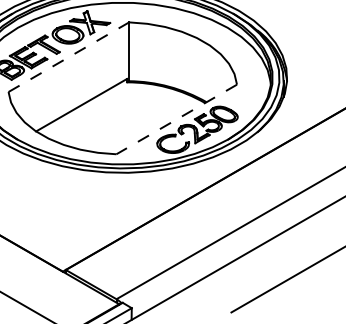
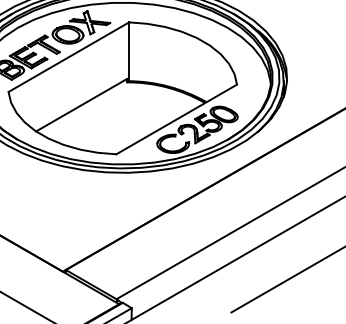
line at (68, 57): dashed -> solid
line at (176, 119): dashed -> solid
